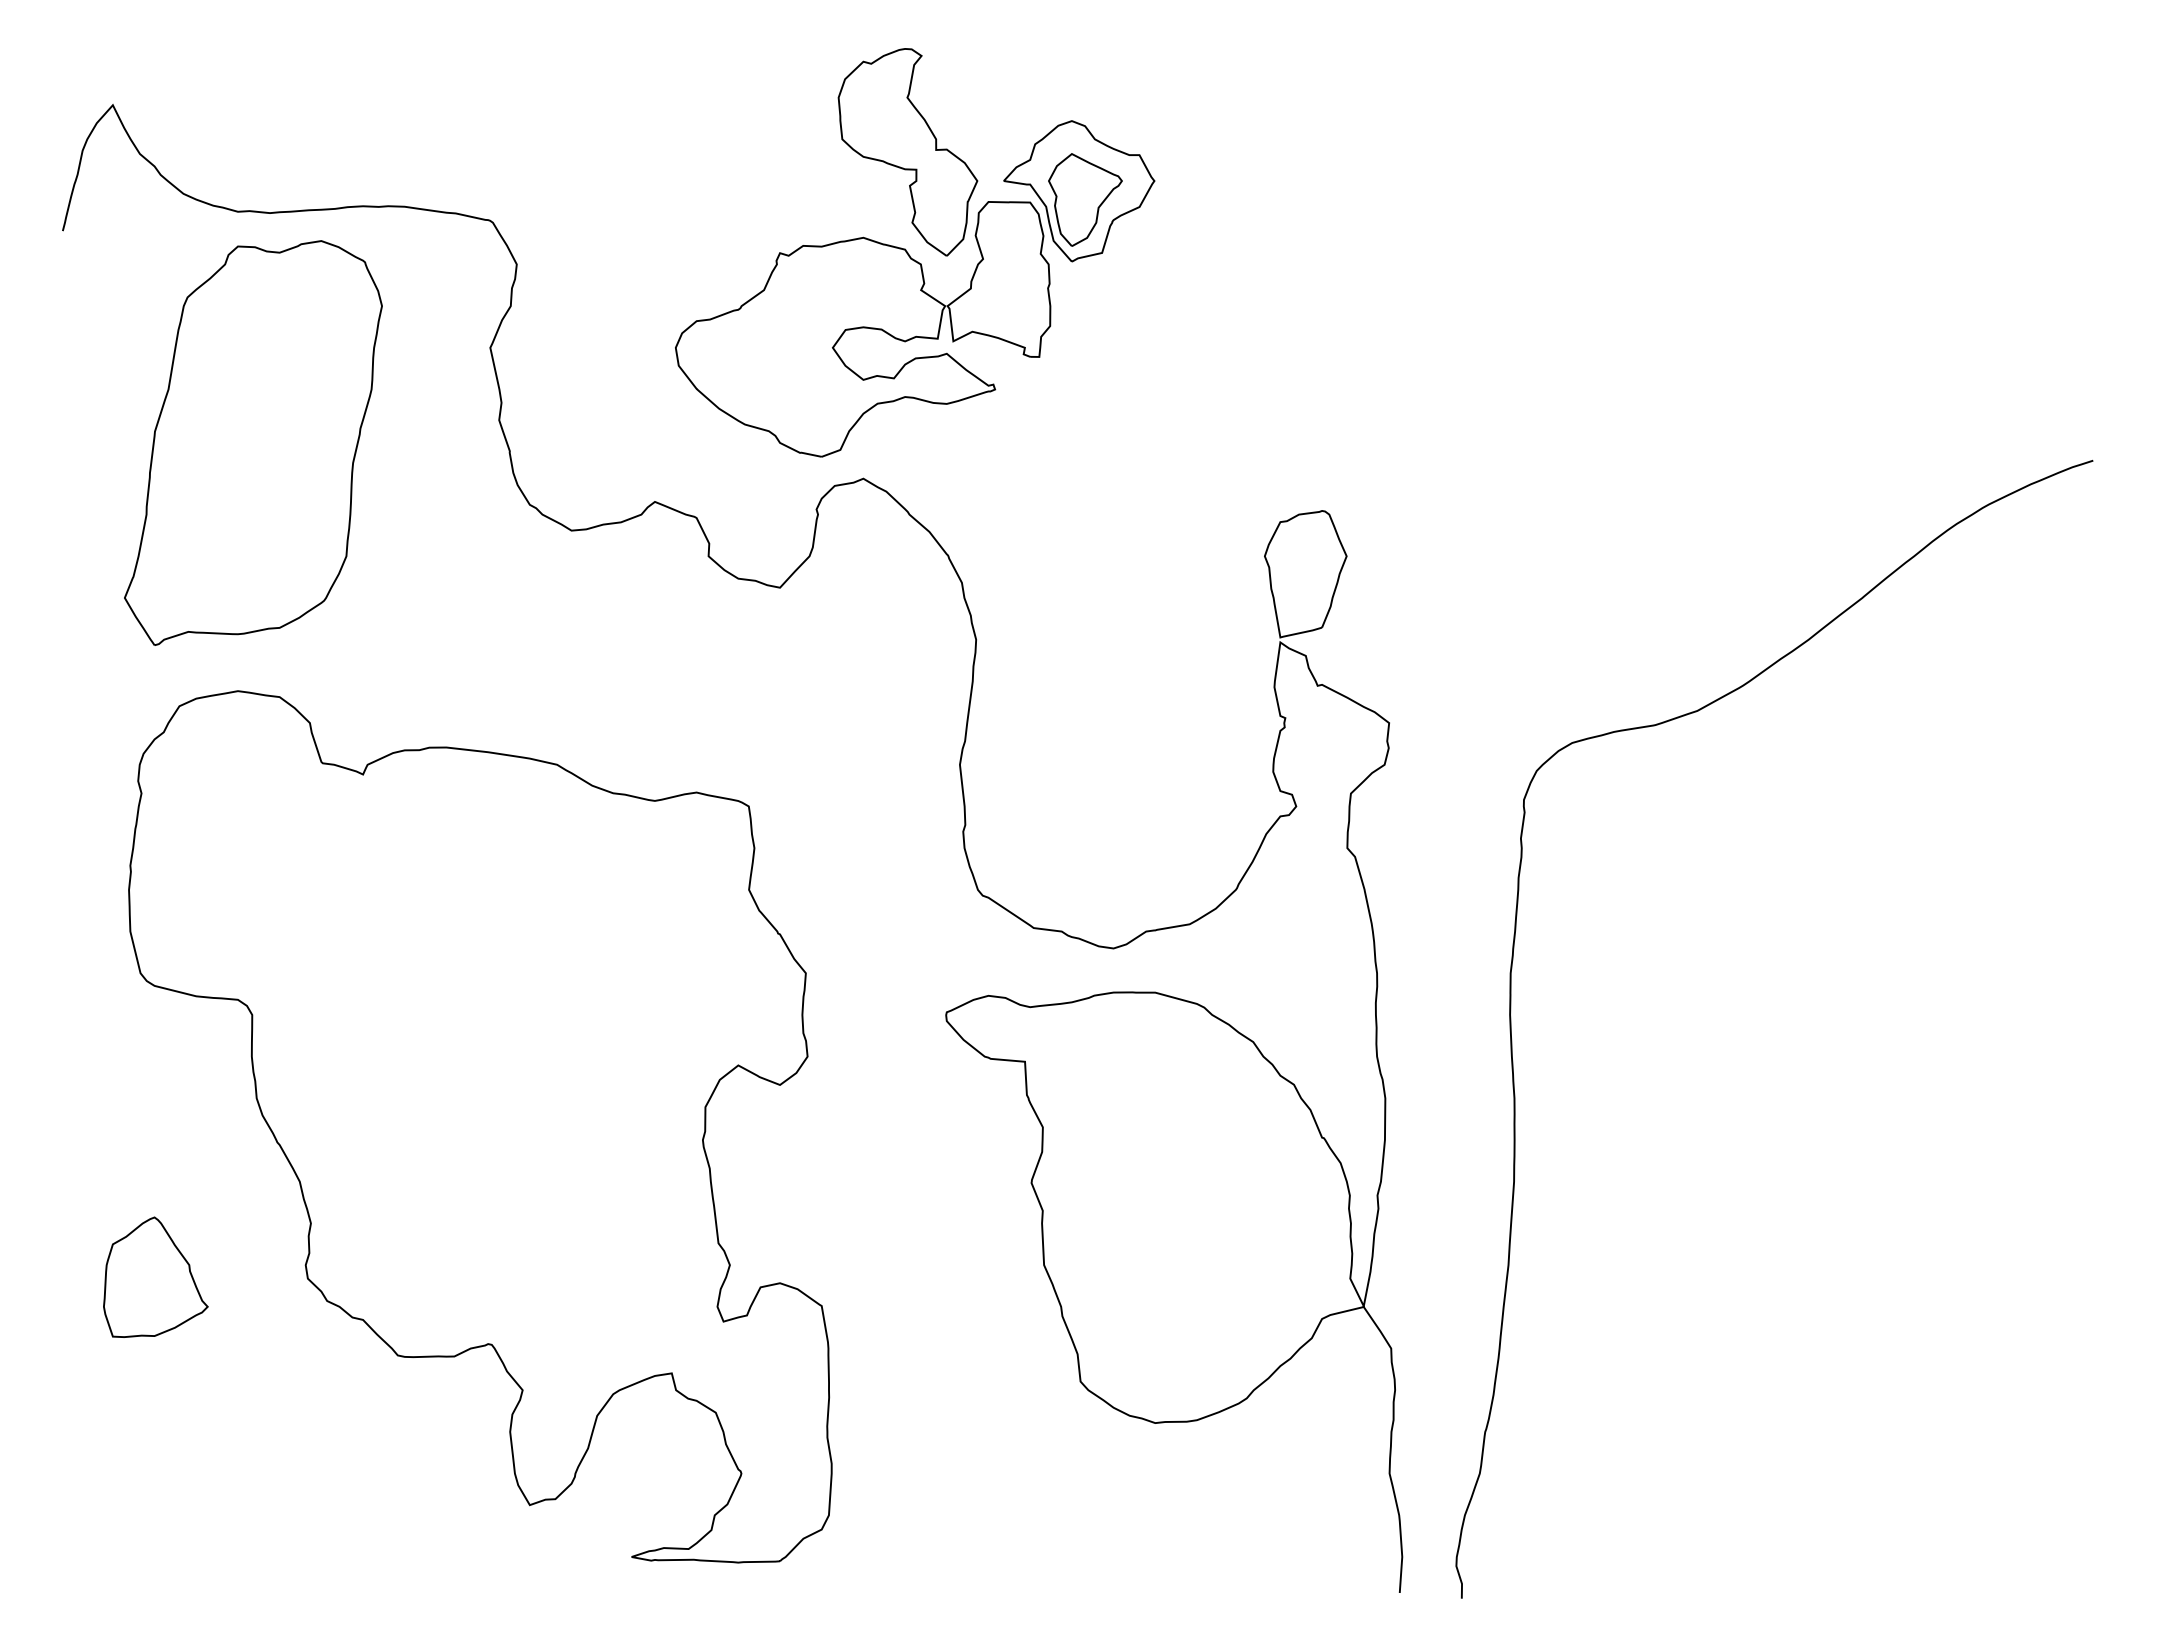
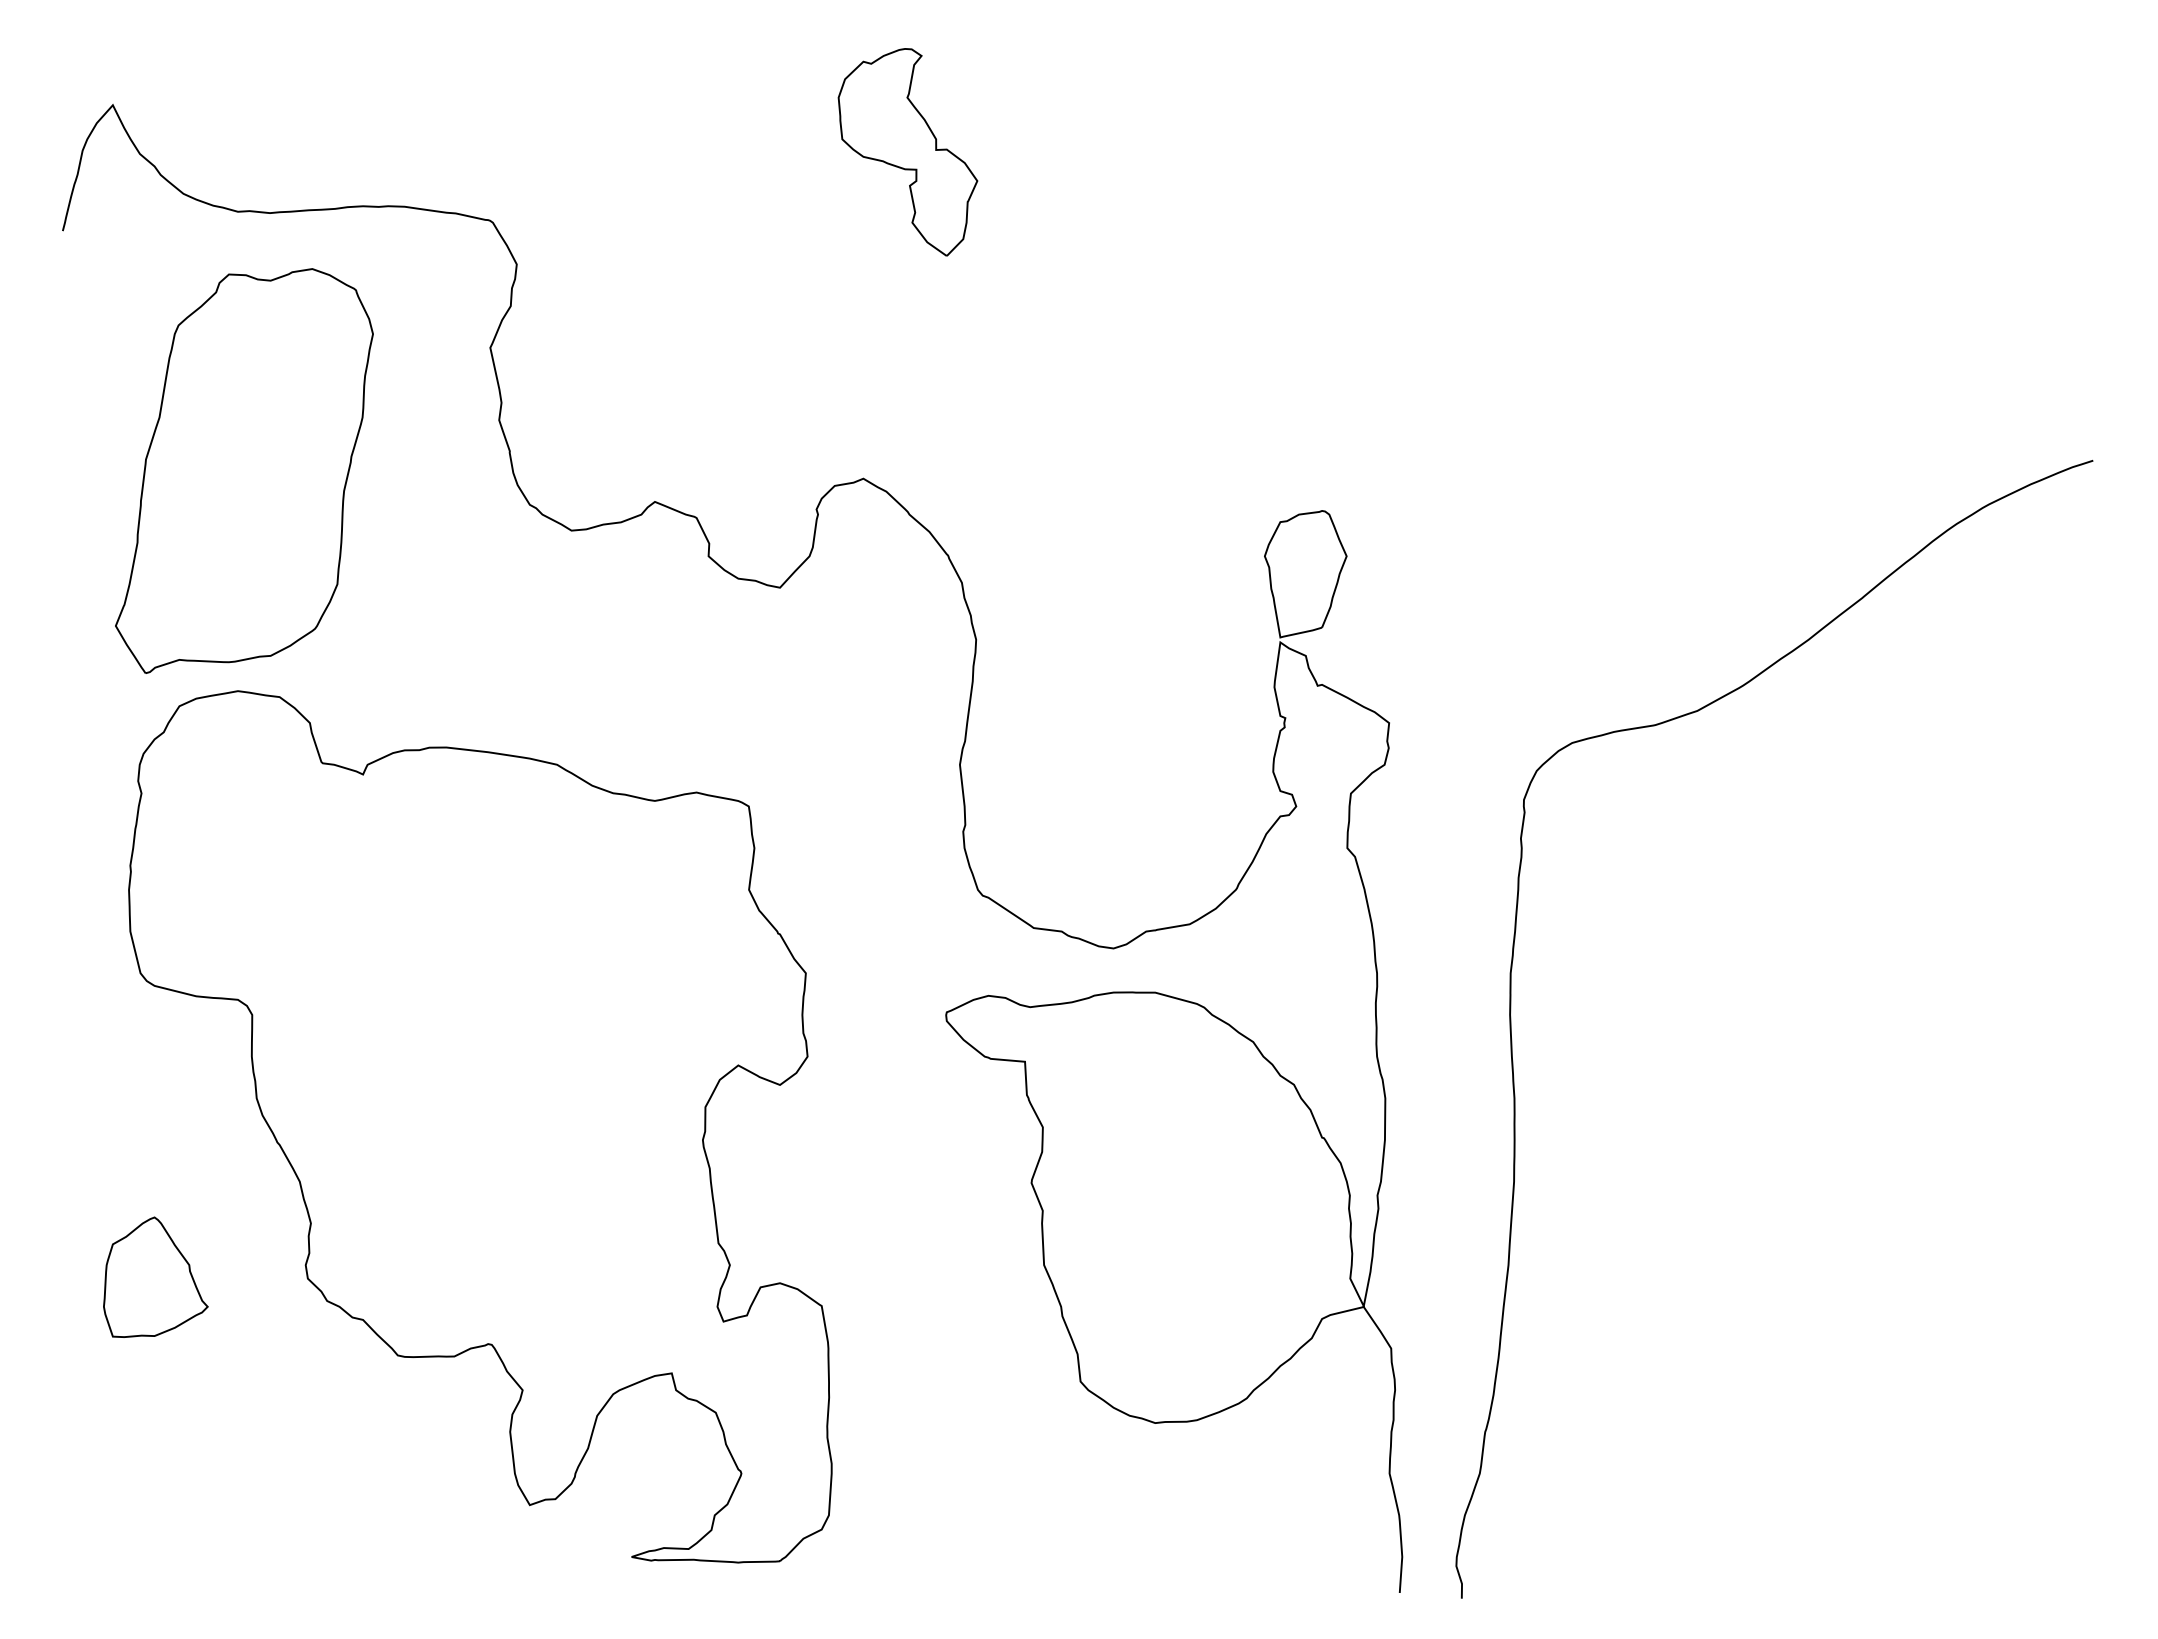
part at (915, 288): present -> none
part at (253, 442) position: (253, 442) -> (244, 470)
